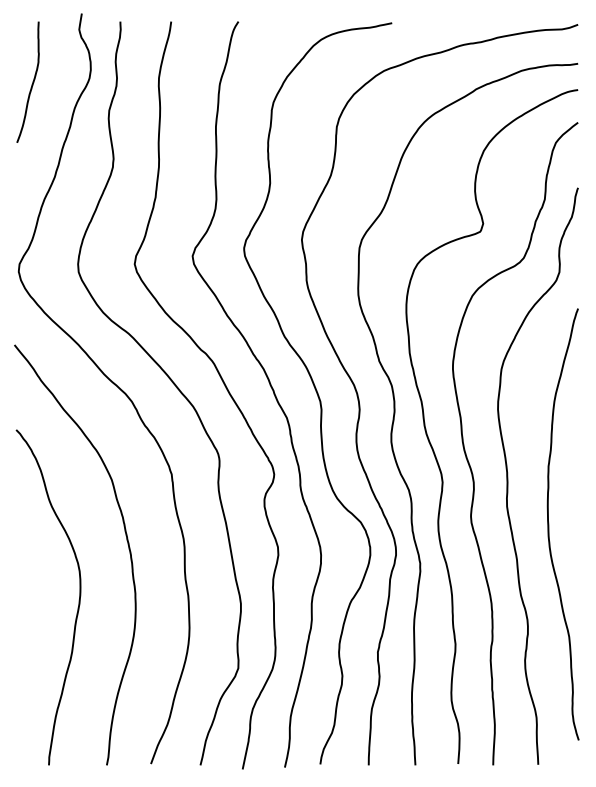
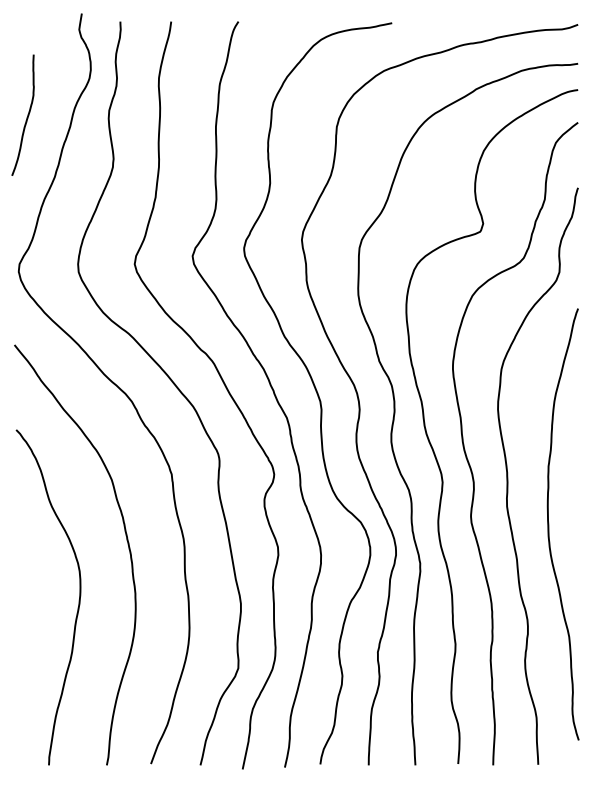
curve at (32, 81) position: (32, 81) -> (27, 114)
